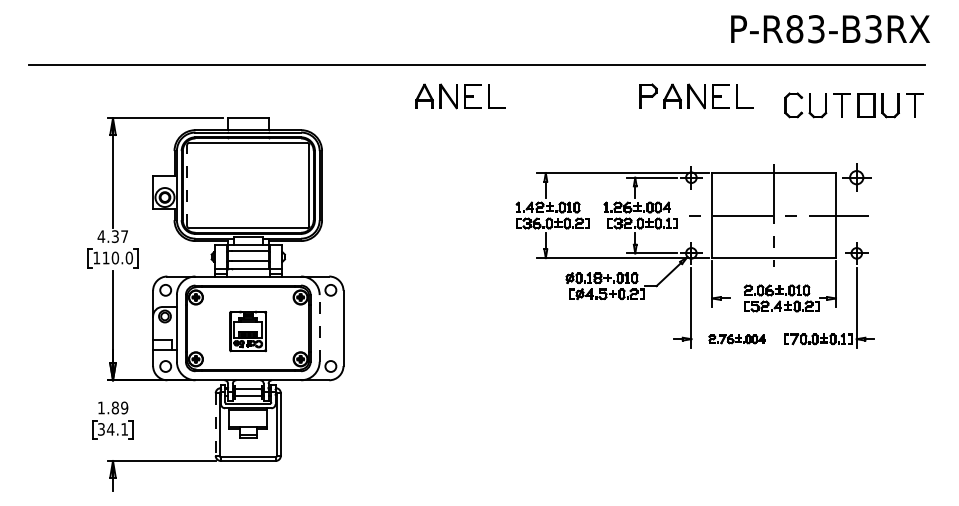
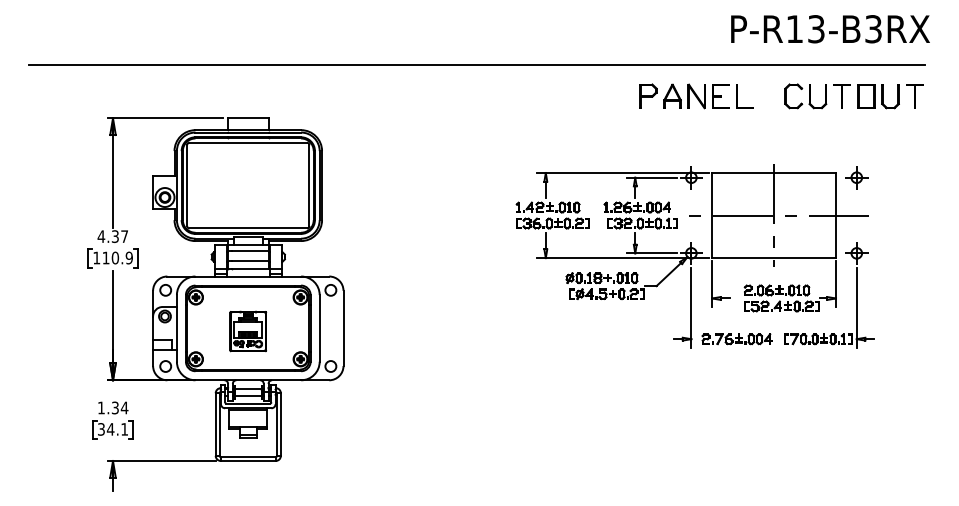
text at (794, 29): P-R83-B3RX -> P-R13-B3RX
part at (460, 96): present -> none
part at (853, 105) position: (853, 105) -> (853, 96)
part at (856, 177) size: 30x29 px -> 24x24 px
line at (187, 185): dashed -> solid
text at (128, 258): 110.0 -> 110.9
line at (319, 327): dashed -> solid
part at (736, 339) size: 58x11 px -> 72x13 px
text at (119, 407): 1.89 -> 1.34
line at (215, 425): dashed -> solid
